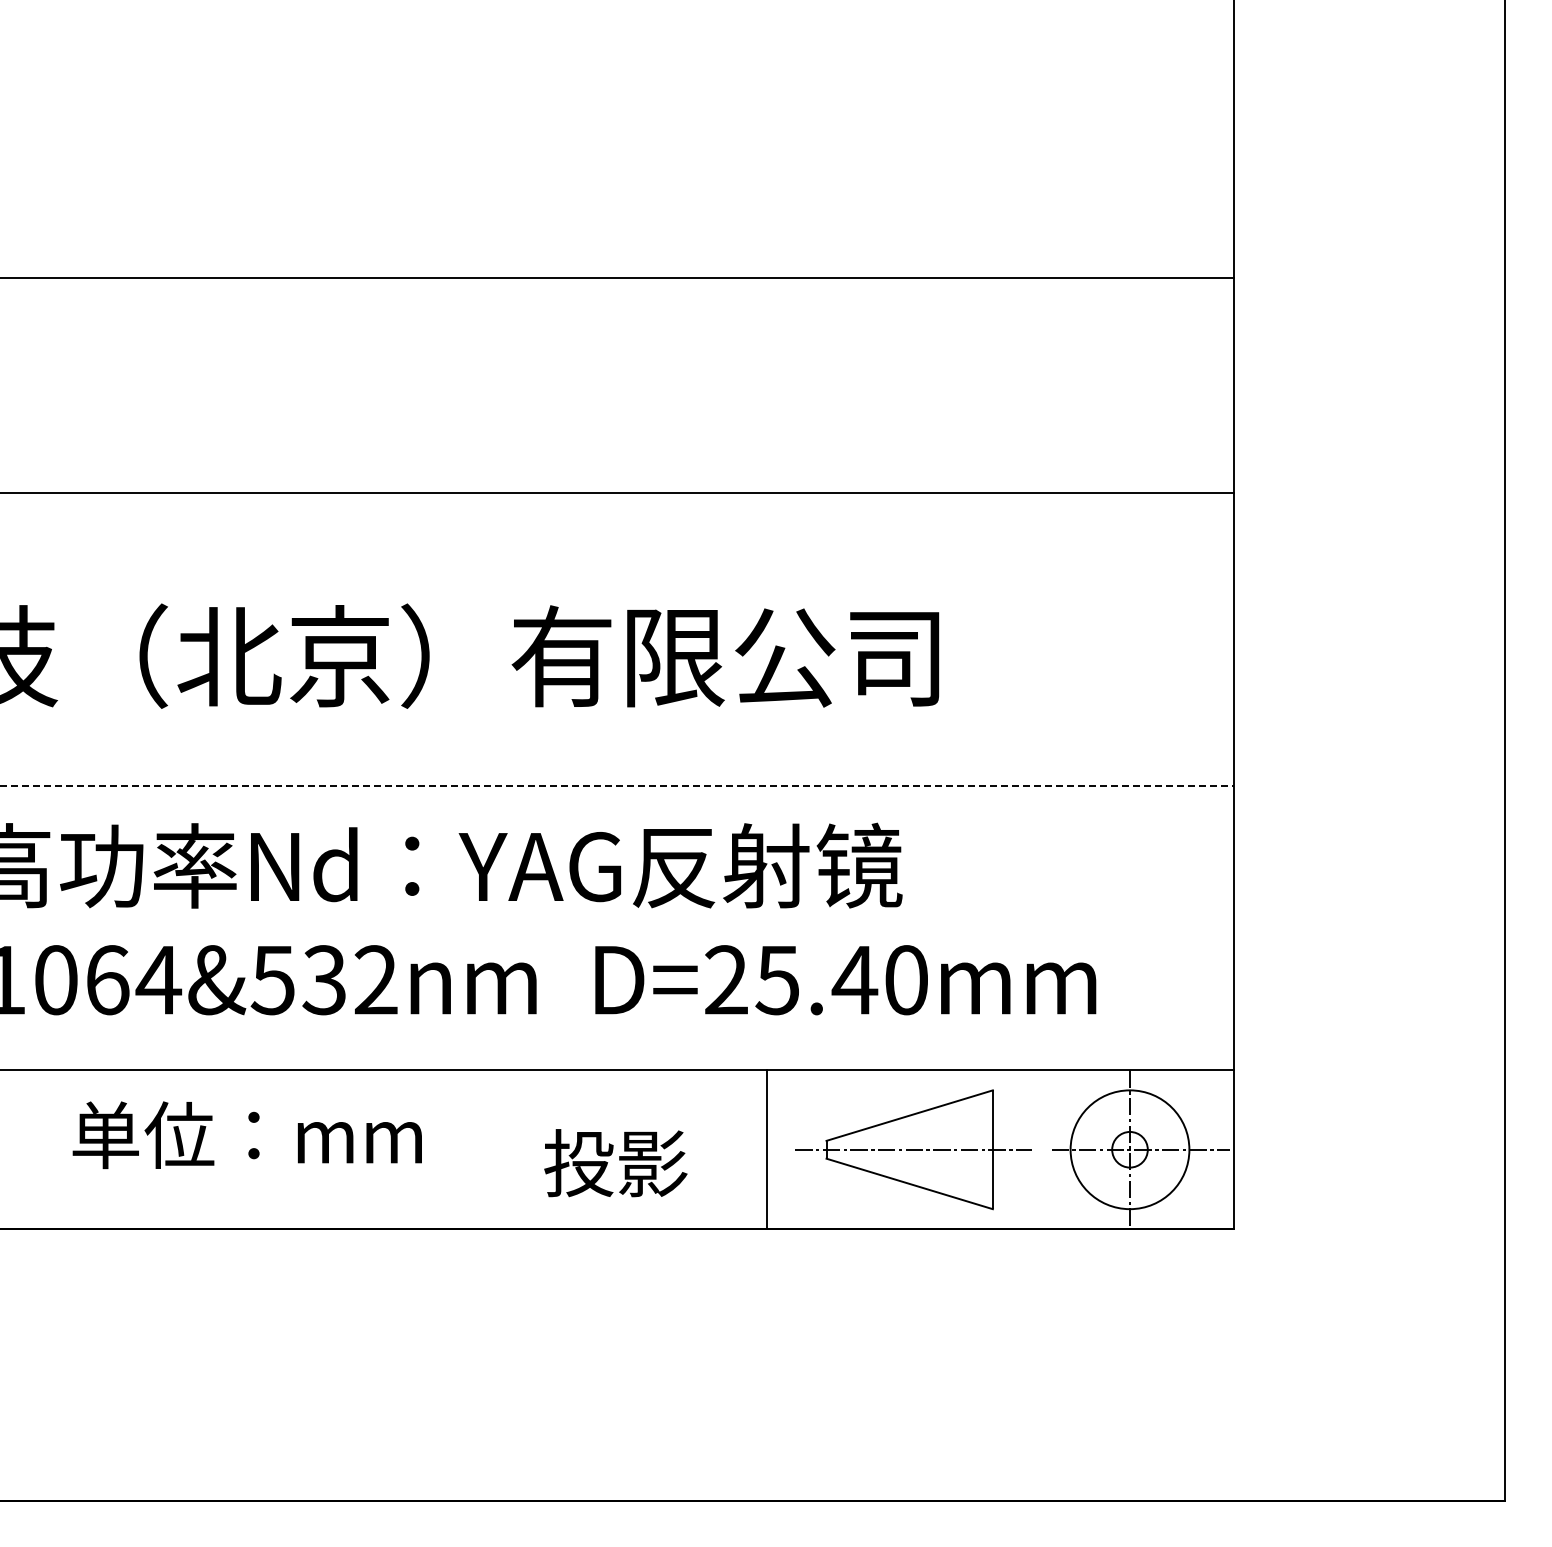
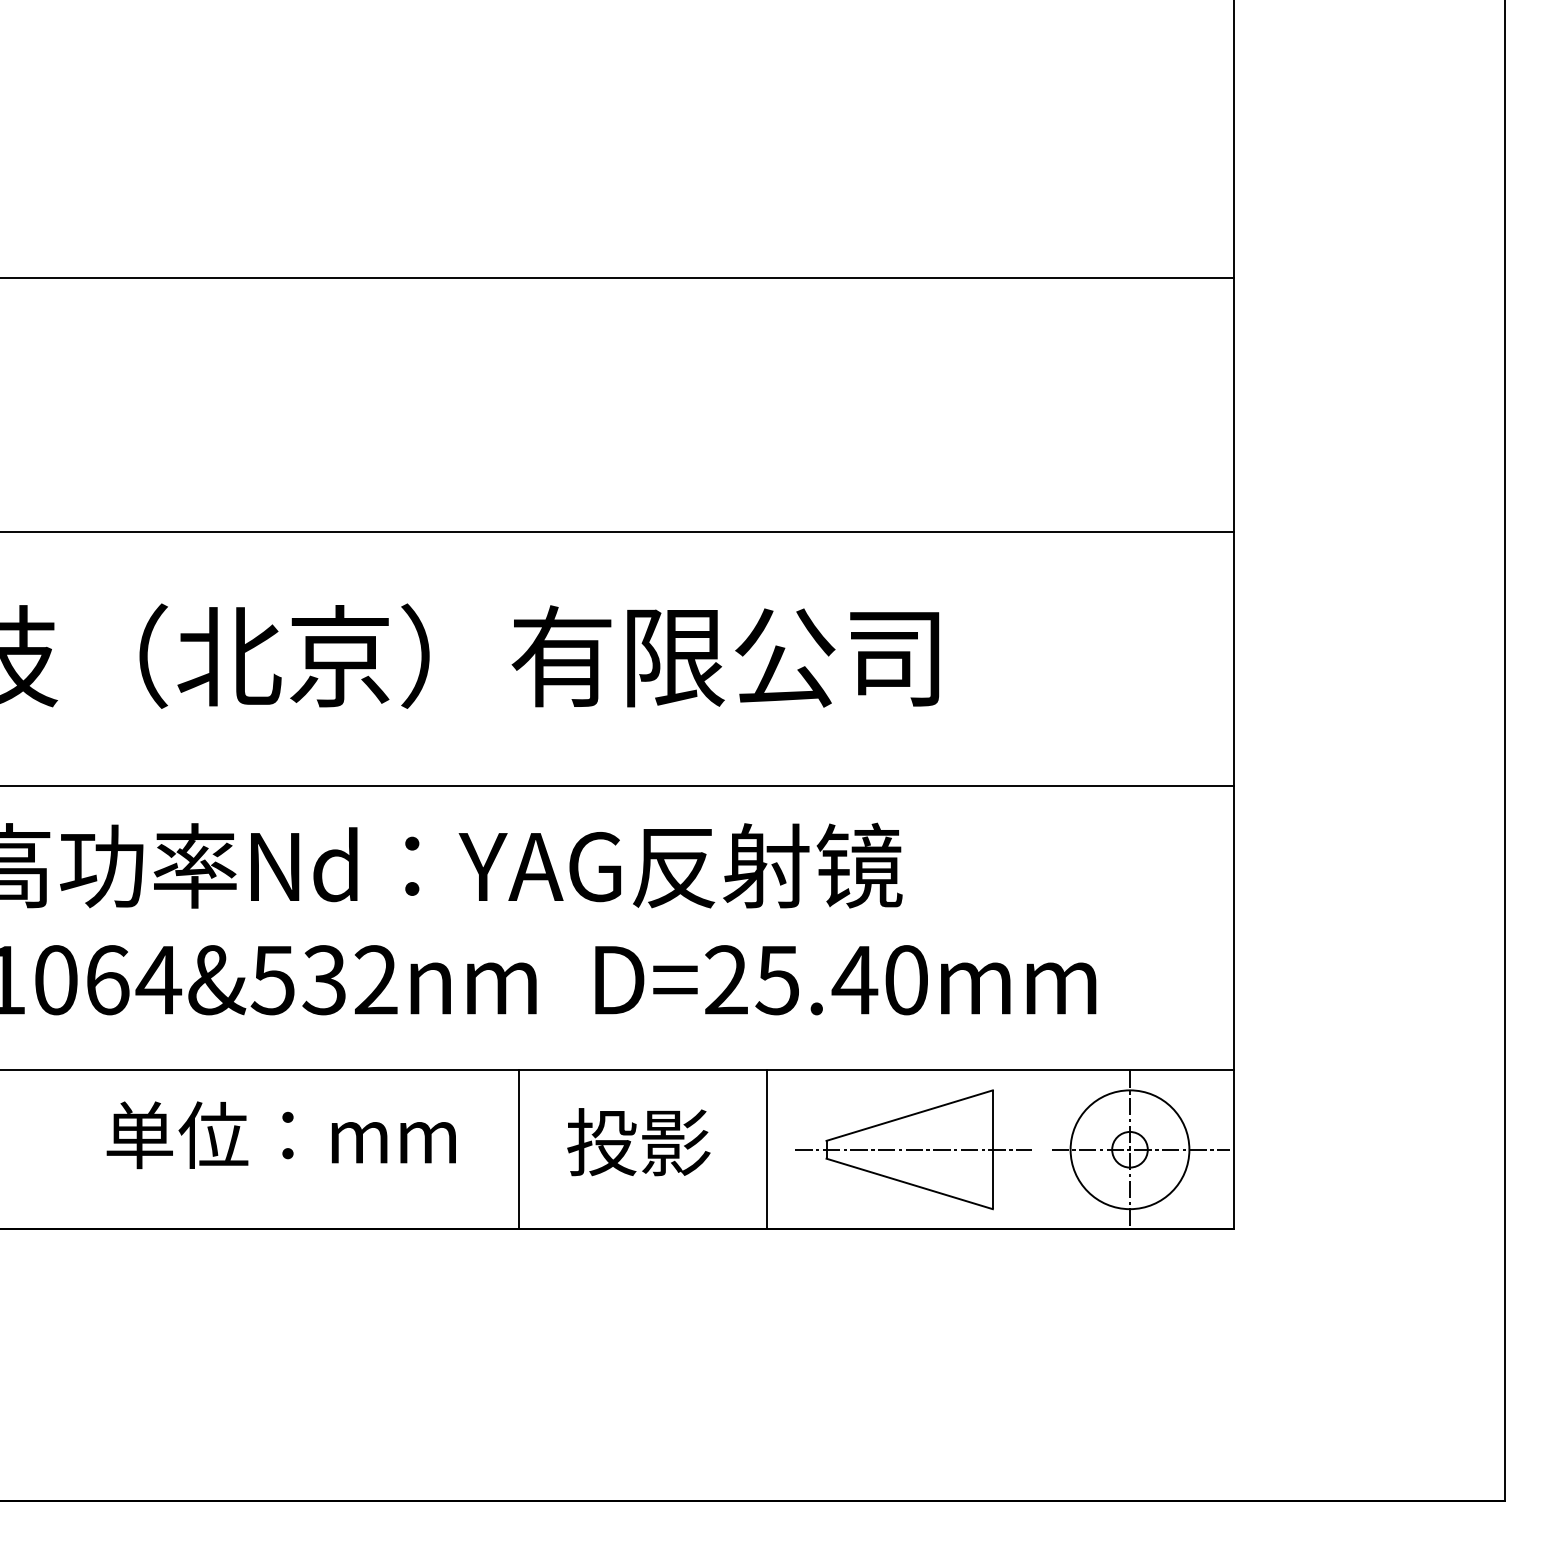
line at (617, 492) position: (617, 492) -> (617, 531)
line at (617, 785): dashed -> solid
text at (246, 1135) position: (246, 1135) -> (280, 1135)
line at (519, 1149): none -> present
text at (615, 1163) position: (615, 1163) -> (638, 1142)
